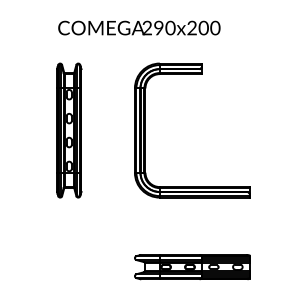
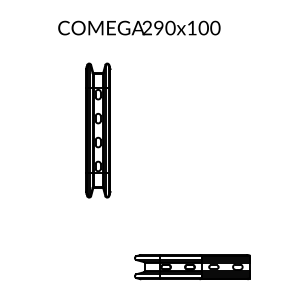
text at (191, 27): 290x200 -> 290x100
part at (69, 130) position: (69, 130) -> (98, 130)
part at (145, 130): present -> none
